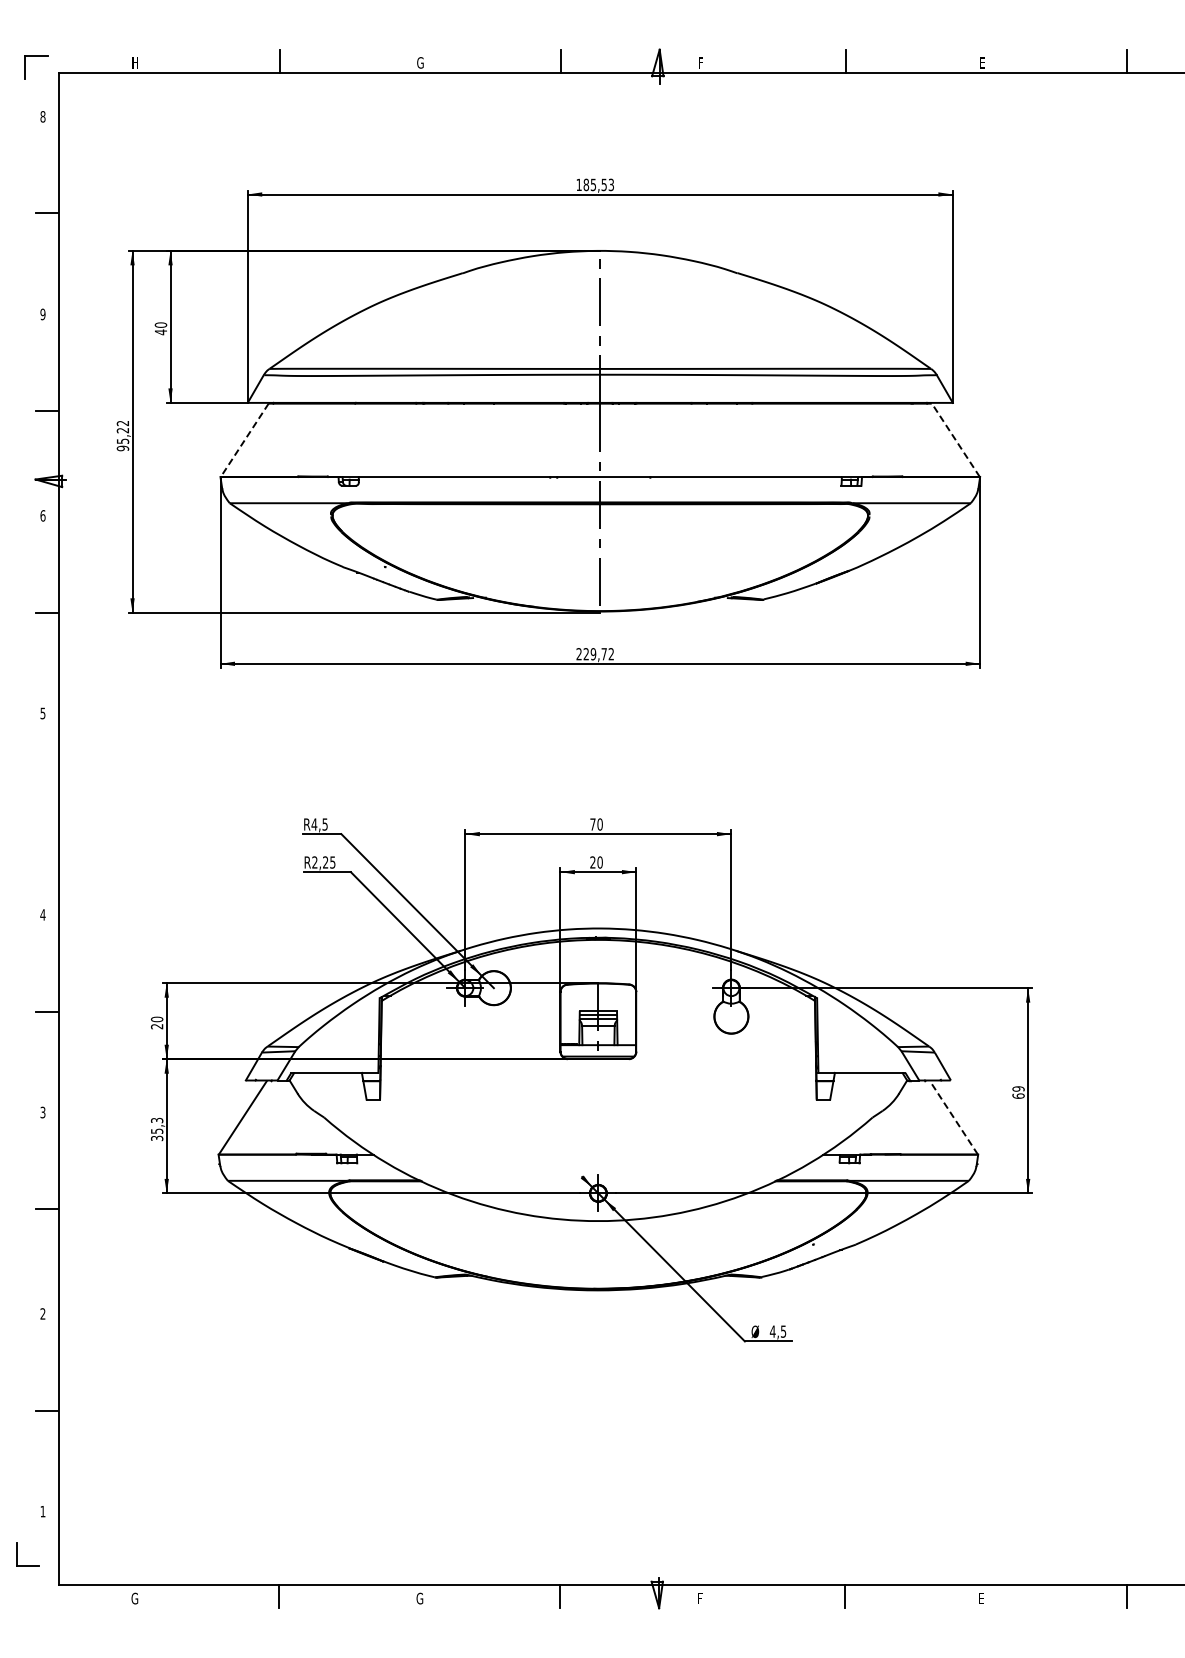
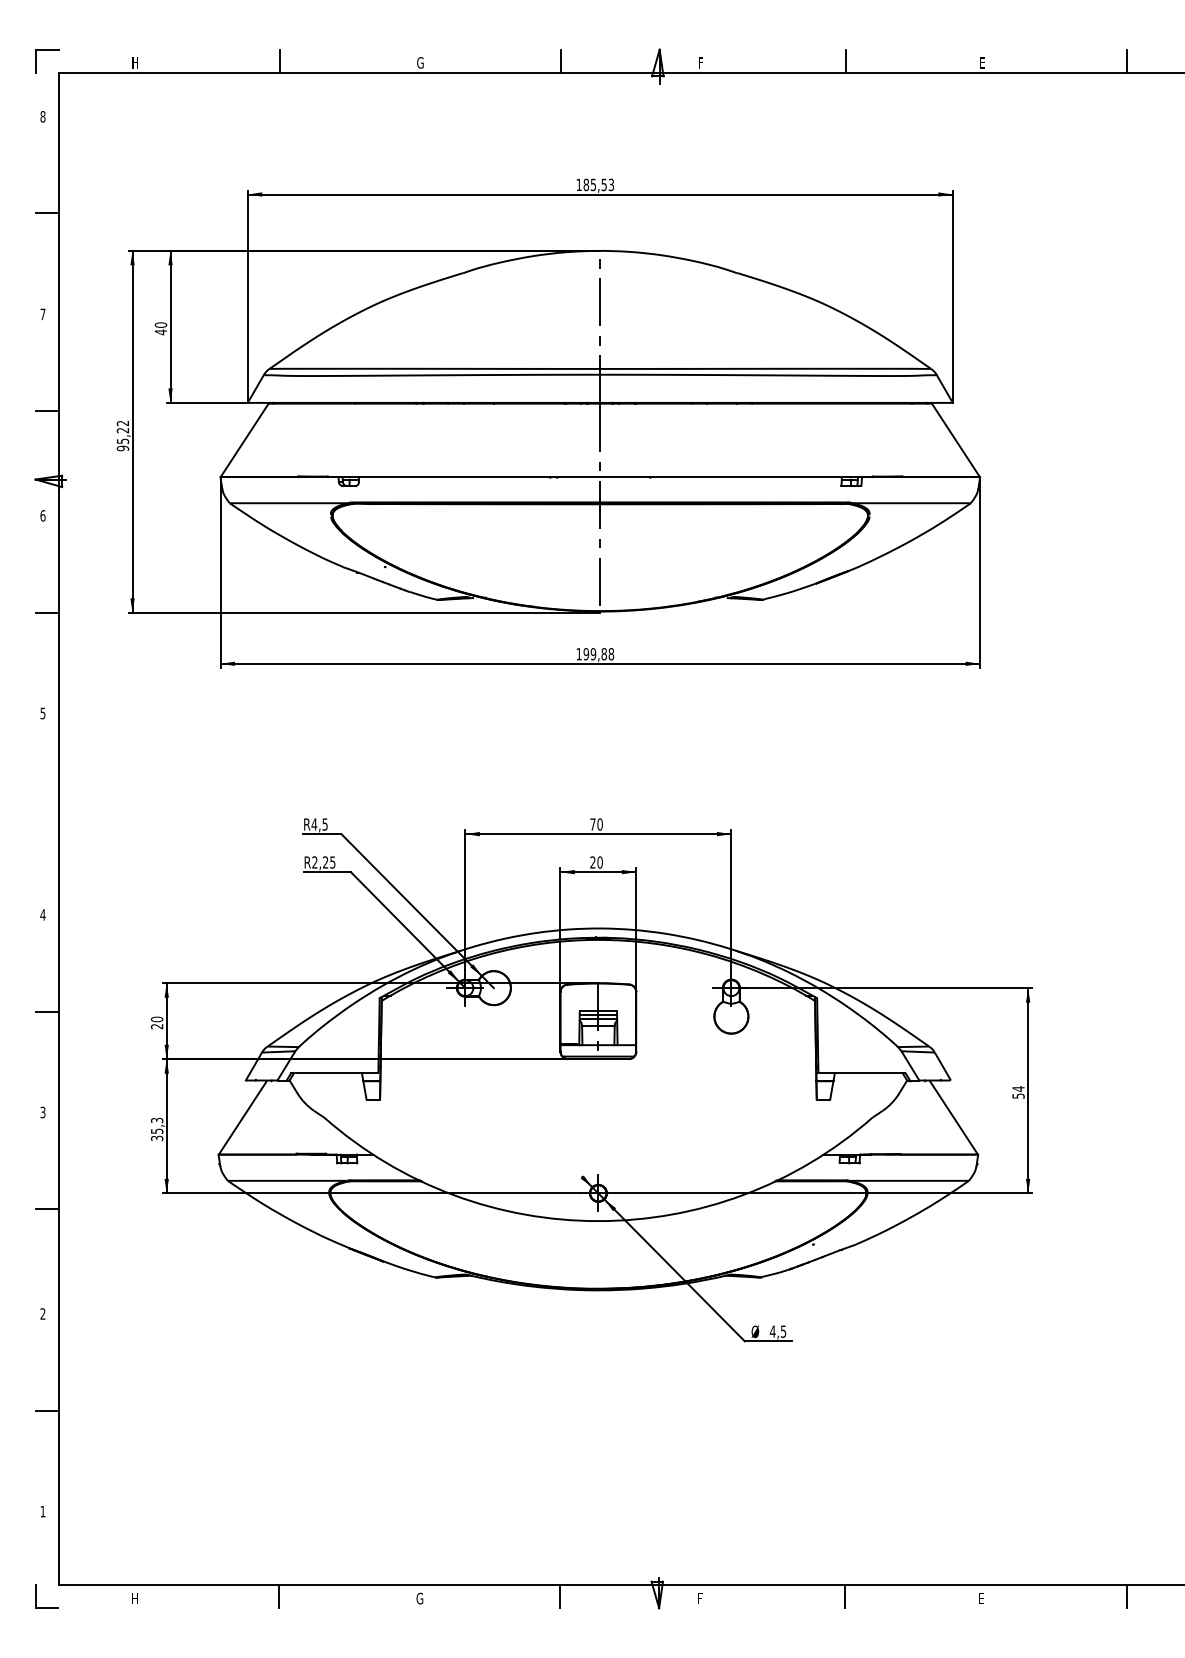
part at (36, 56) position: (36, 56) -> (47, 50)
text at (42, 314): 9 -> 7
line at (244, 440): dashed -> solid
line at (955, 440): dashed -> solid
text at (595, 654): 229,72 -> 199,88
text at (1018, 1092): 69 -> 54
line at (954, 1117): dashed -> solid
part at (17, 1554) position: (17, 1554) -> (36, 1596)
text at (134, 1598): G -> H
